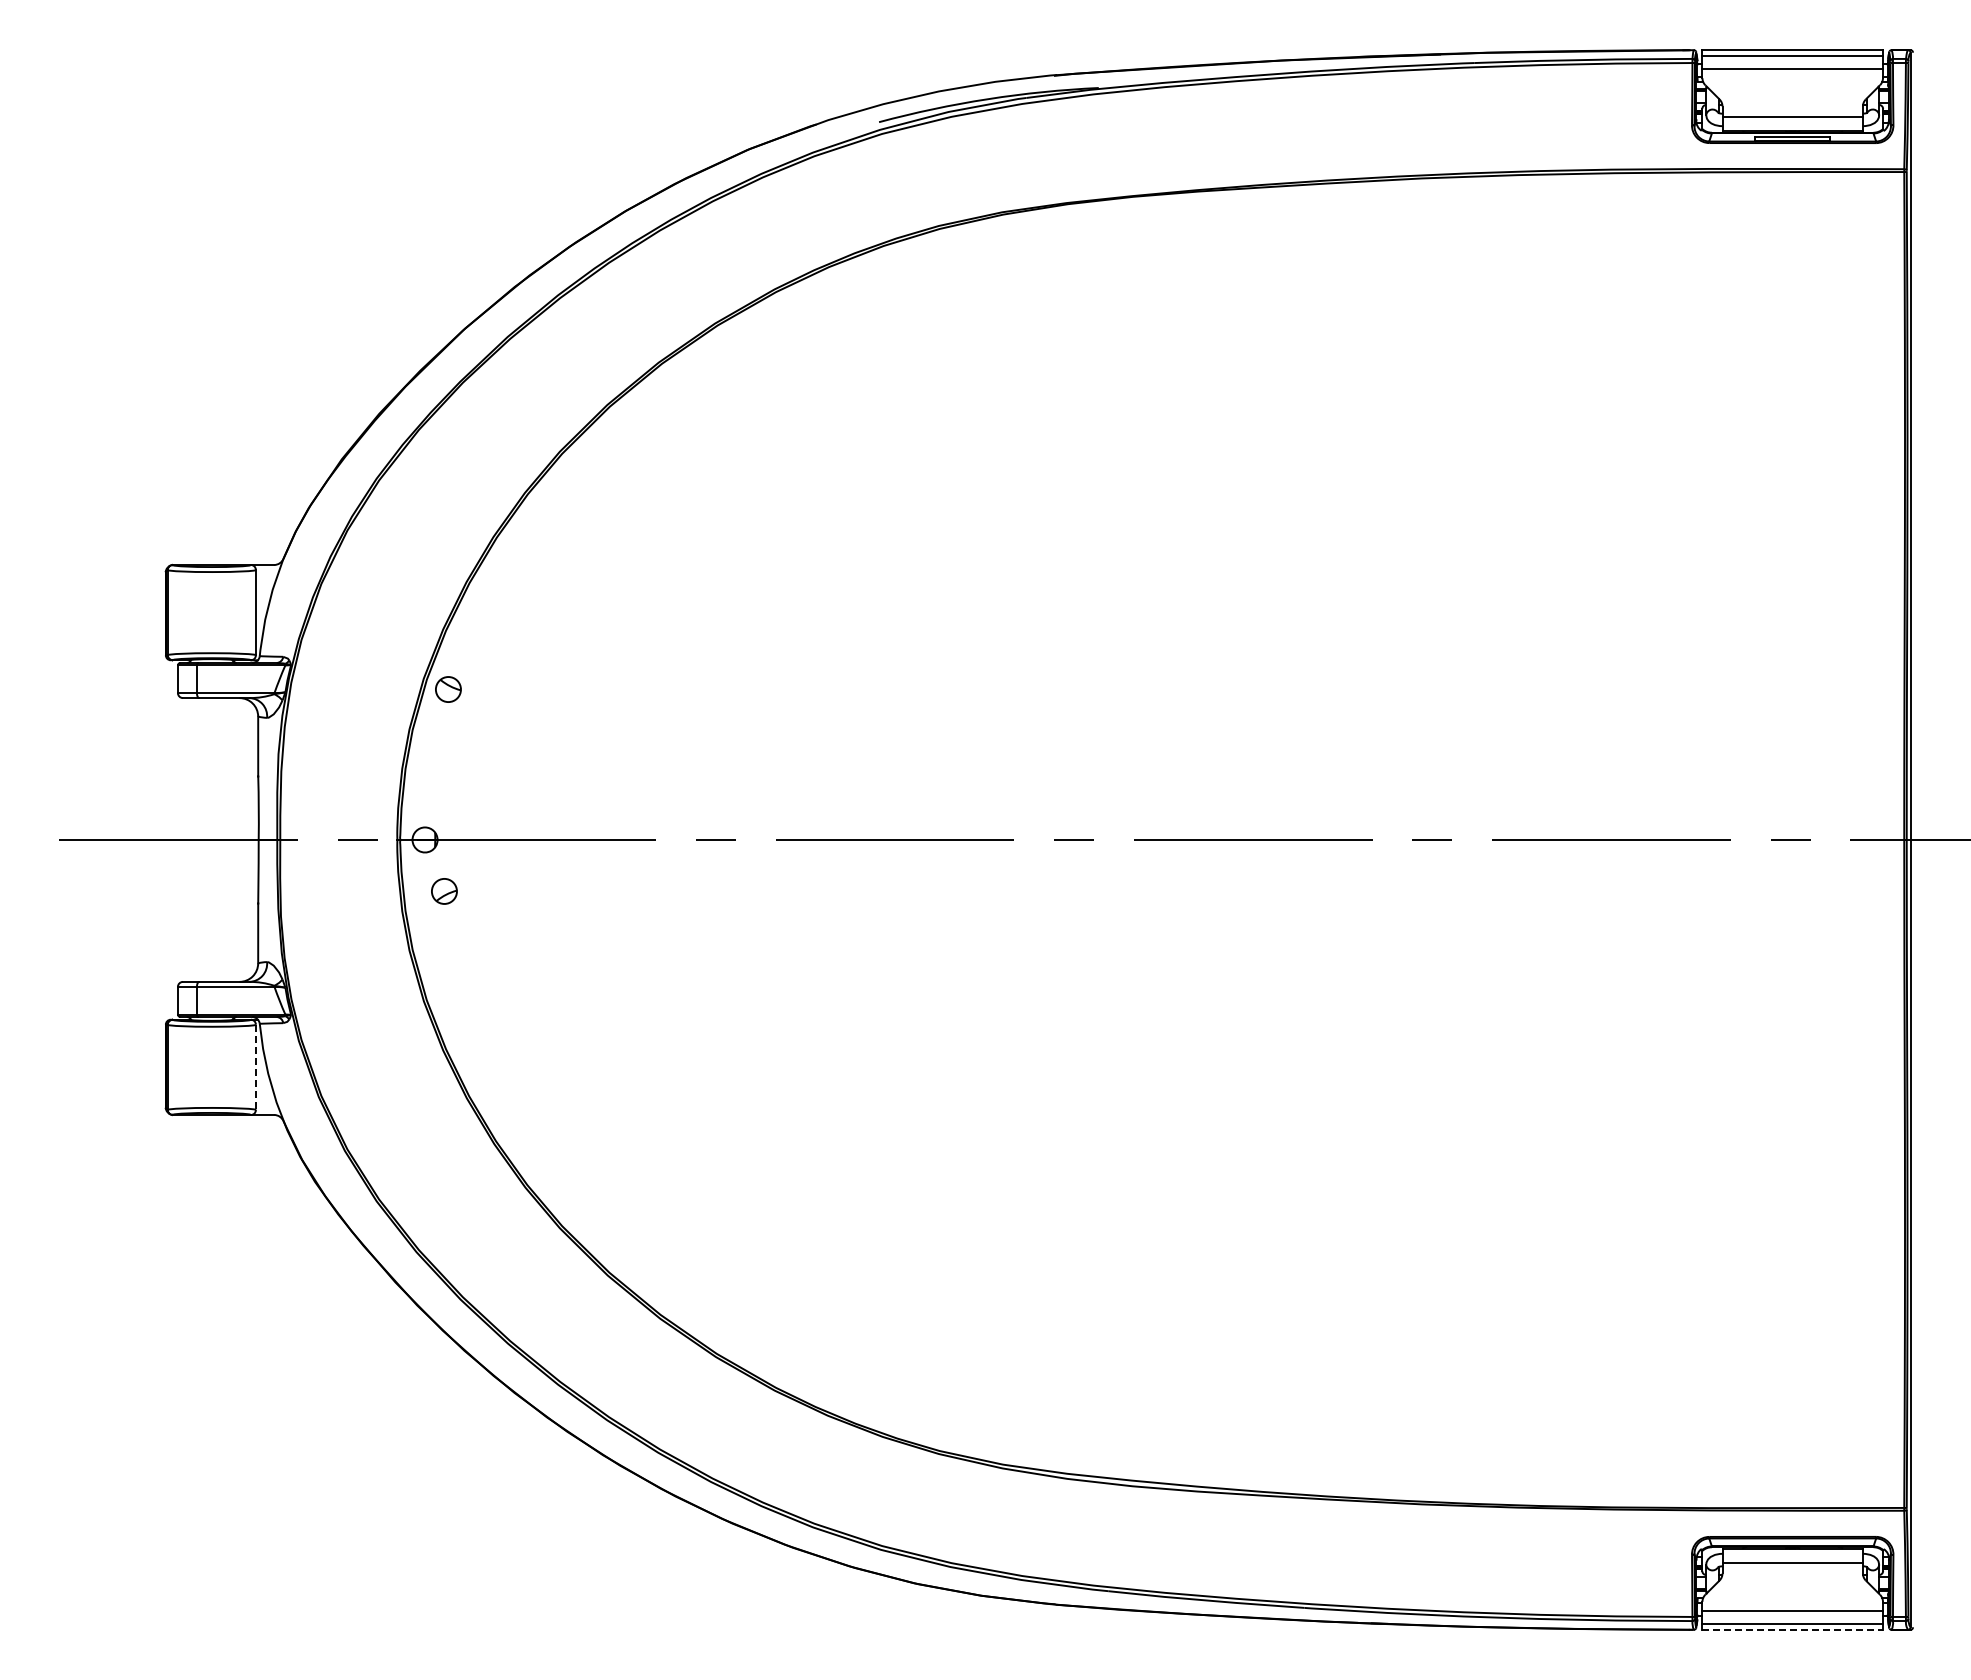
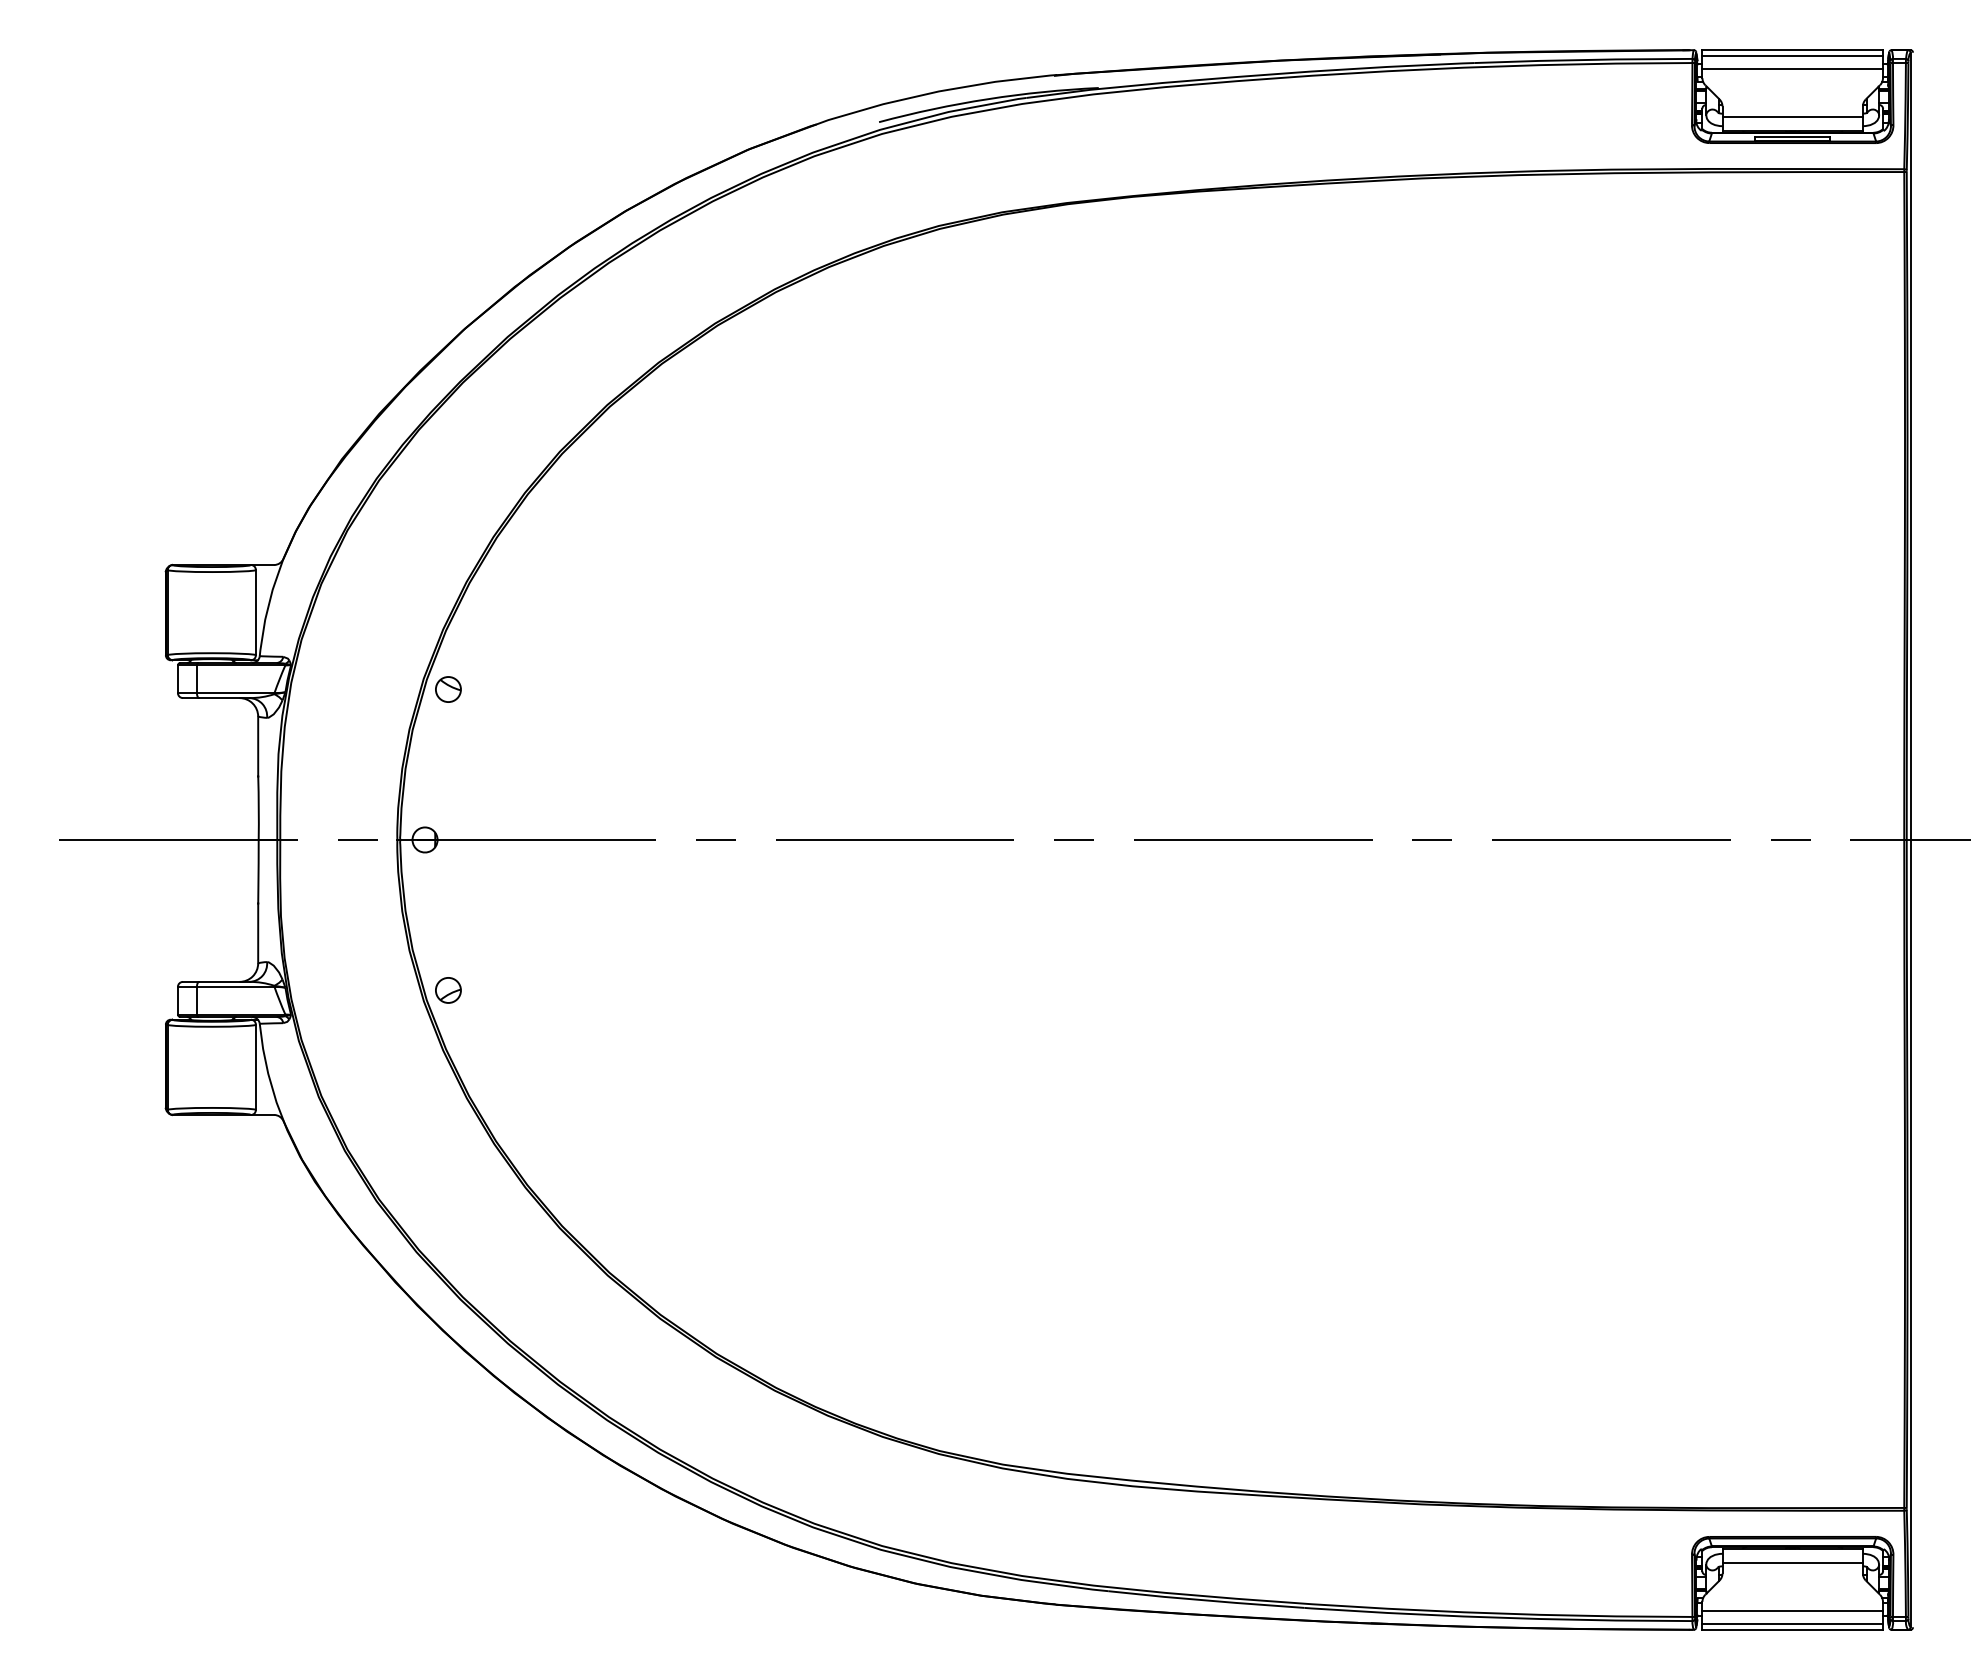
part at (444, 891) position: (444, 891) -> (448, 990)
line at (255, 1067): dashed -> solid
line at (1793, 1629): dashed -> solid
